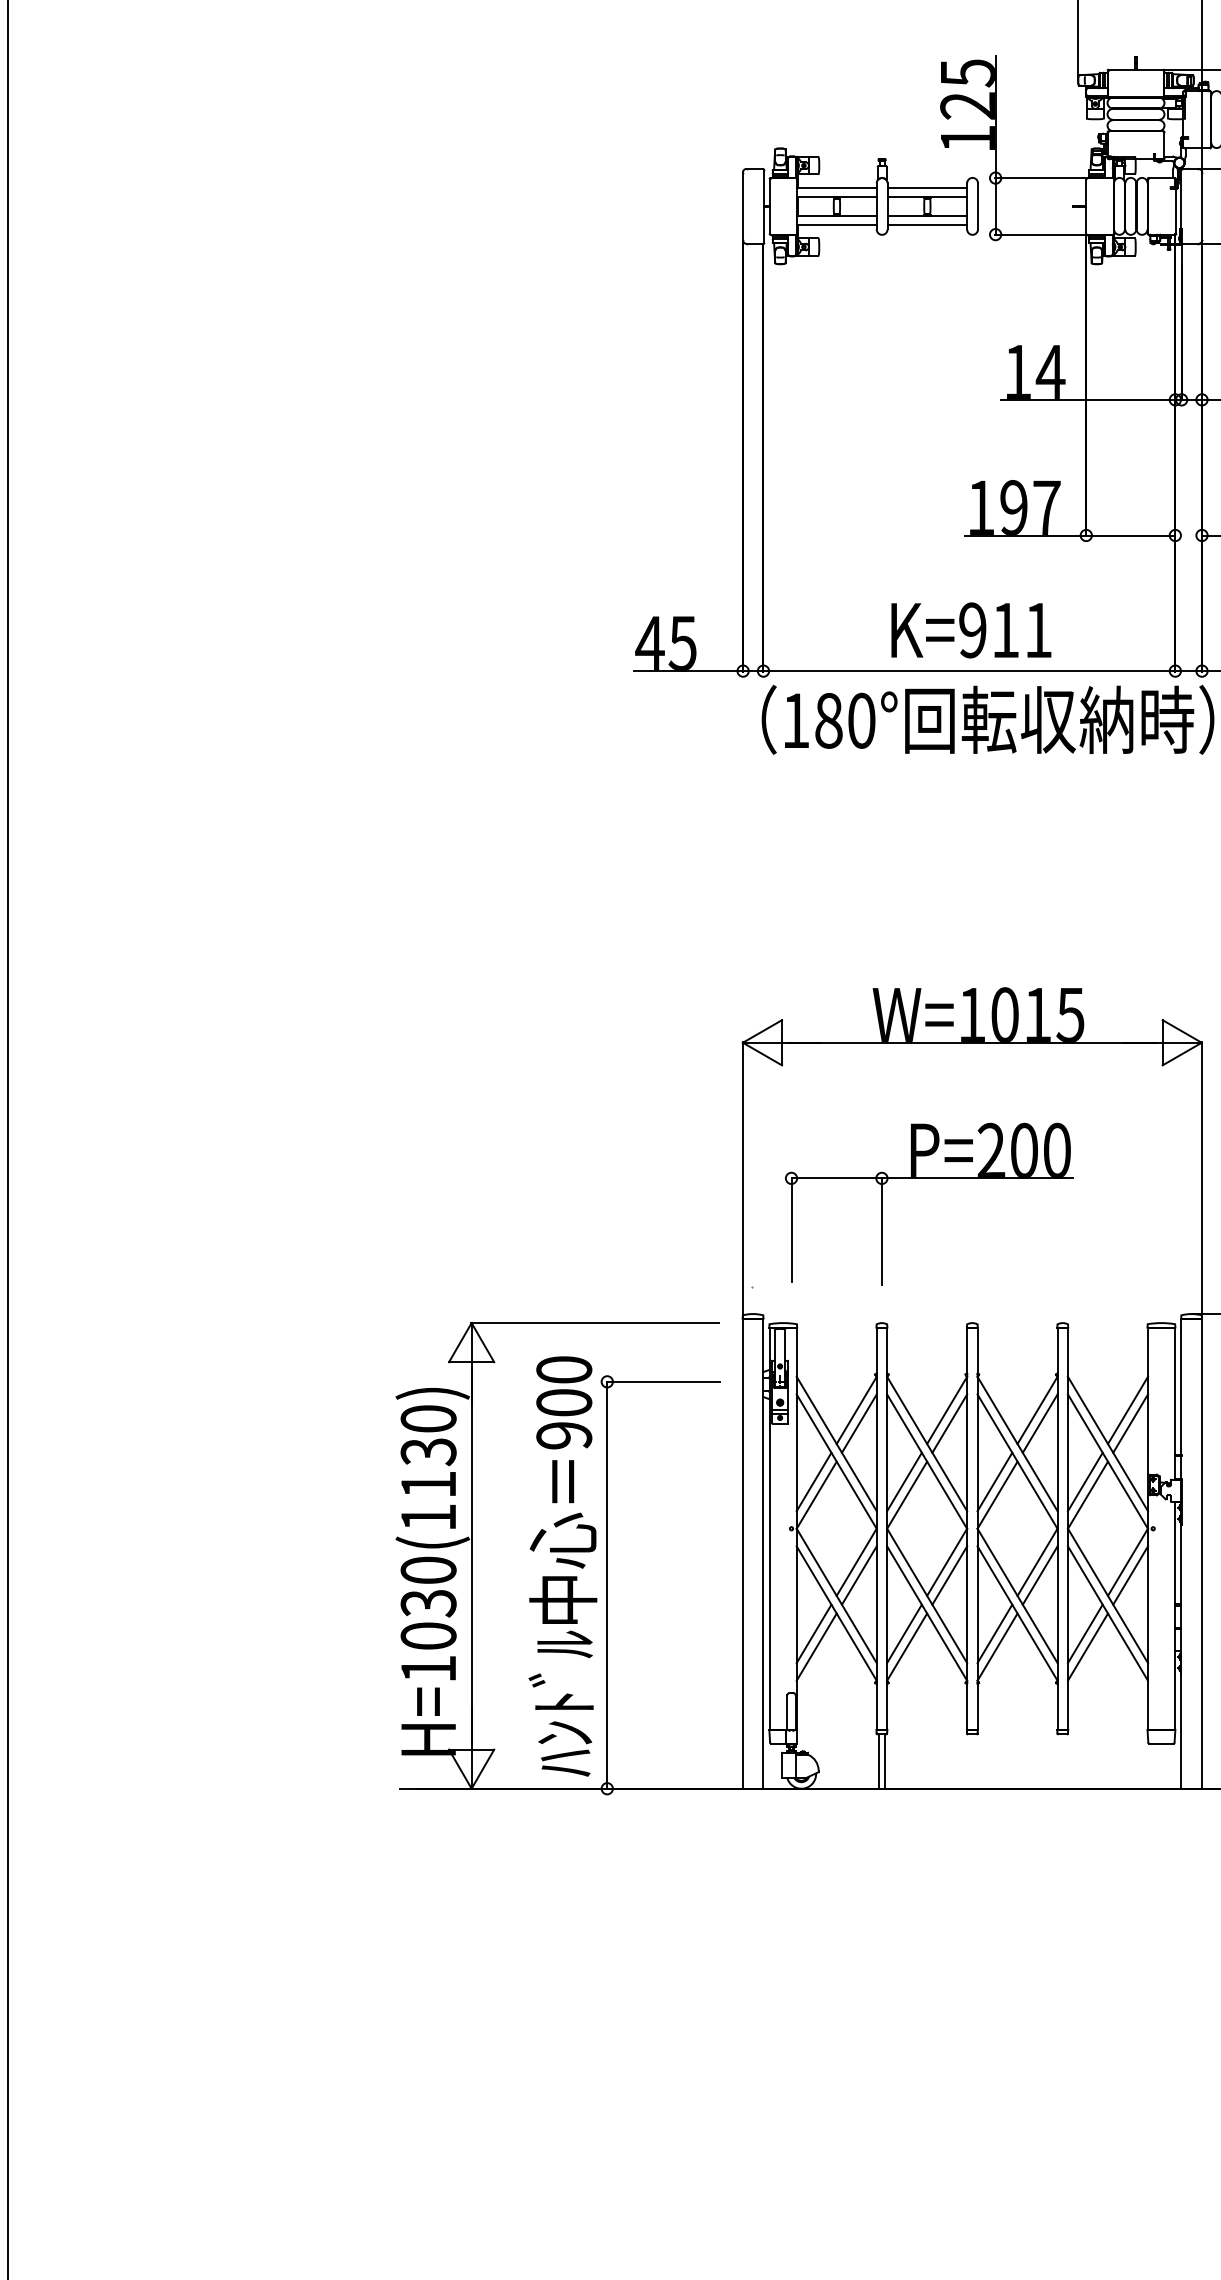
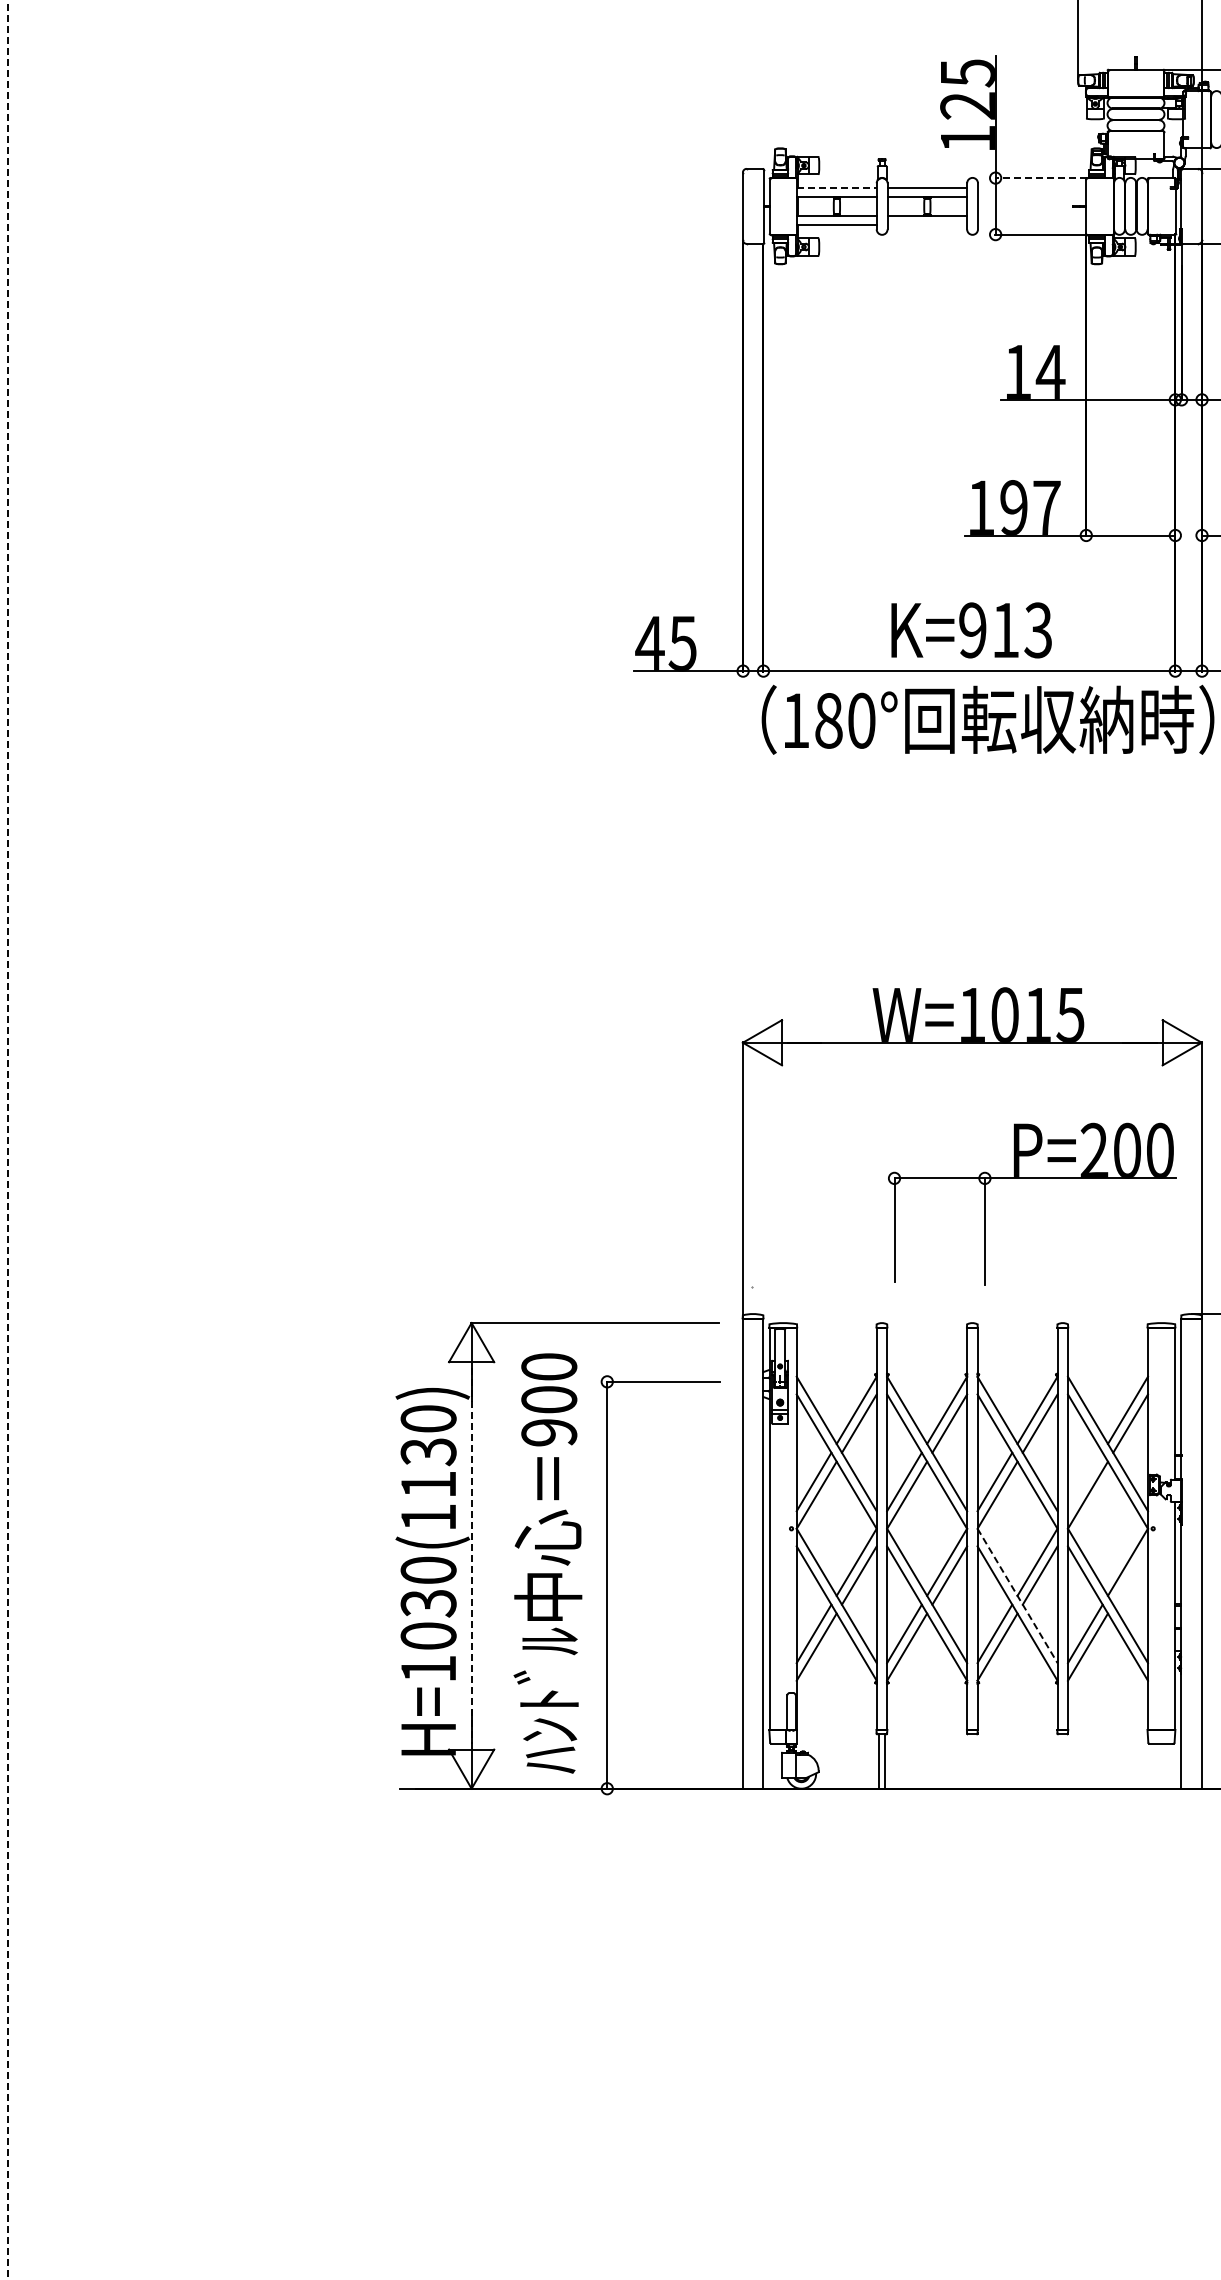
line at (1040, 178): solid -> dashed
line at (837, 188): solid -> dashed
line at (927, 224): present -> none
text at (1037, 630): K=911 -> K=913
line at (7, 1139): solid -> dashed
part at (929, 1178) position: (929, 1178) -> (1032, 1178)
line at (1084, 1481): present -> none
line at (471, 1555): solid -> dashed
text at (562, 1566) position: (562, 1566) -> (547, 1563)
line at (1130, 1575): present -> none
line at (1017, 1596): solid -> dashed
